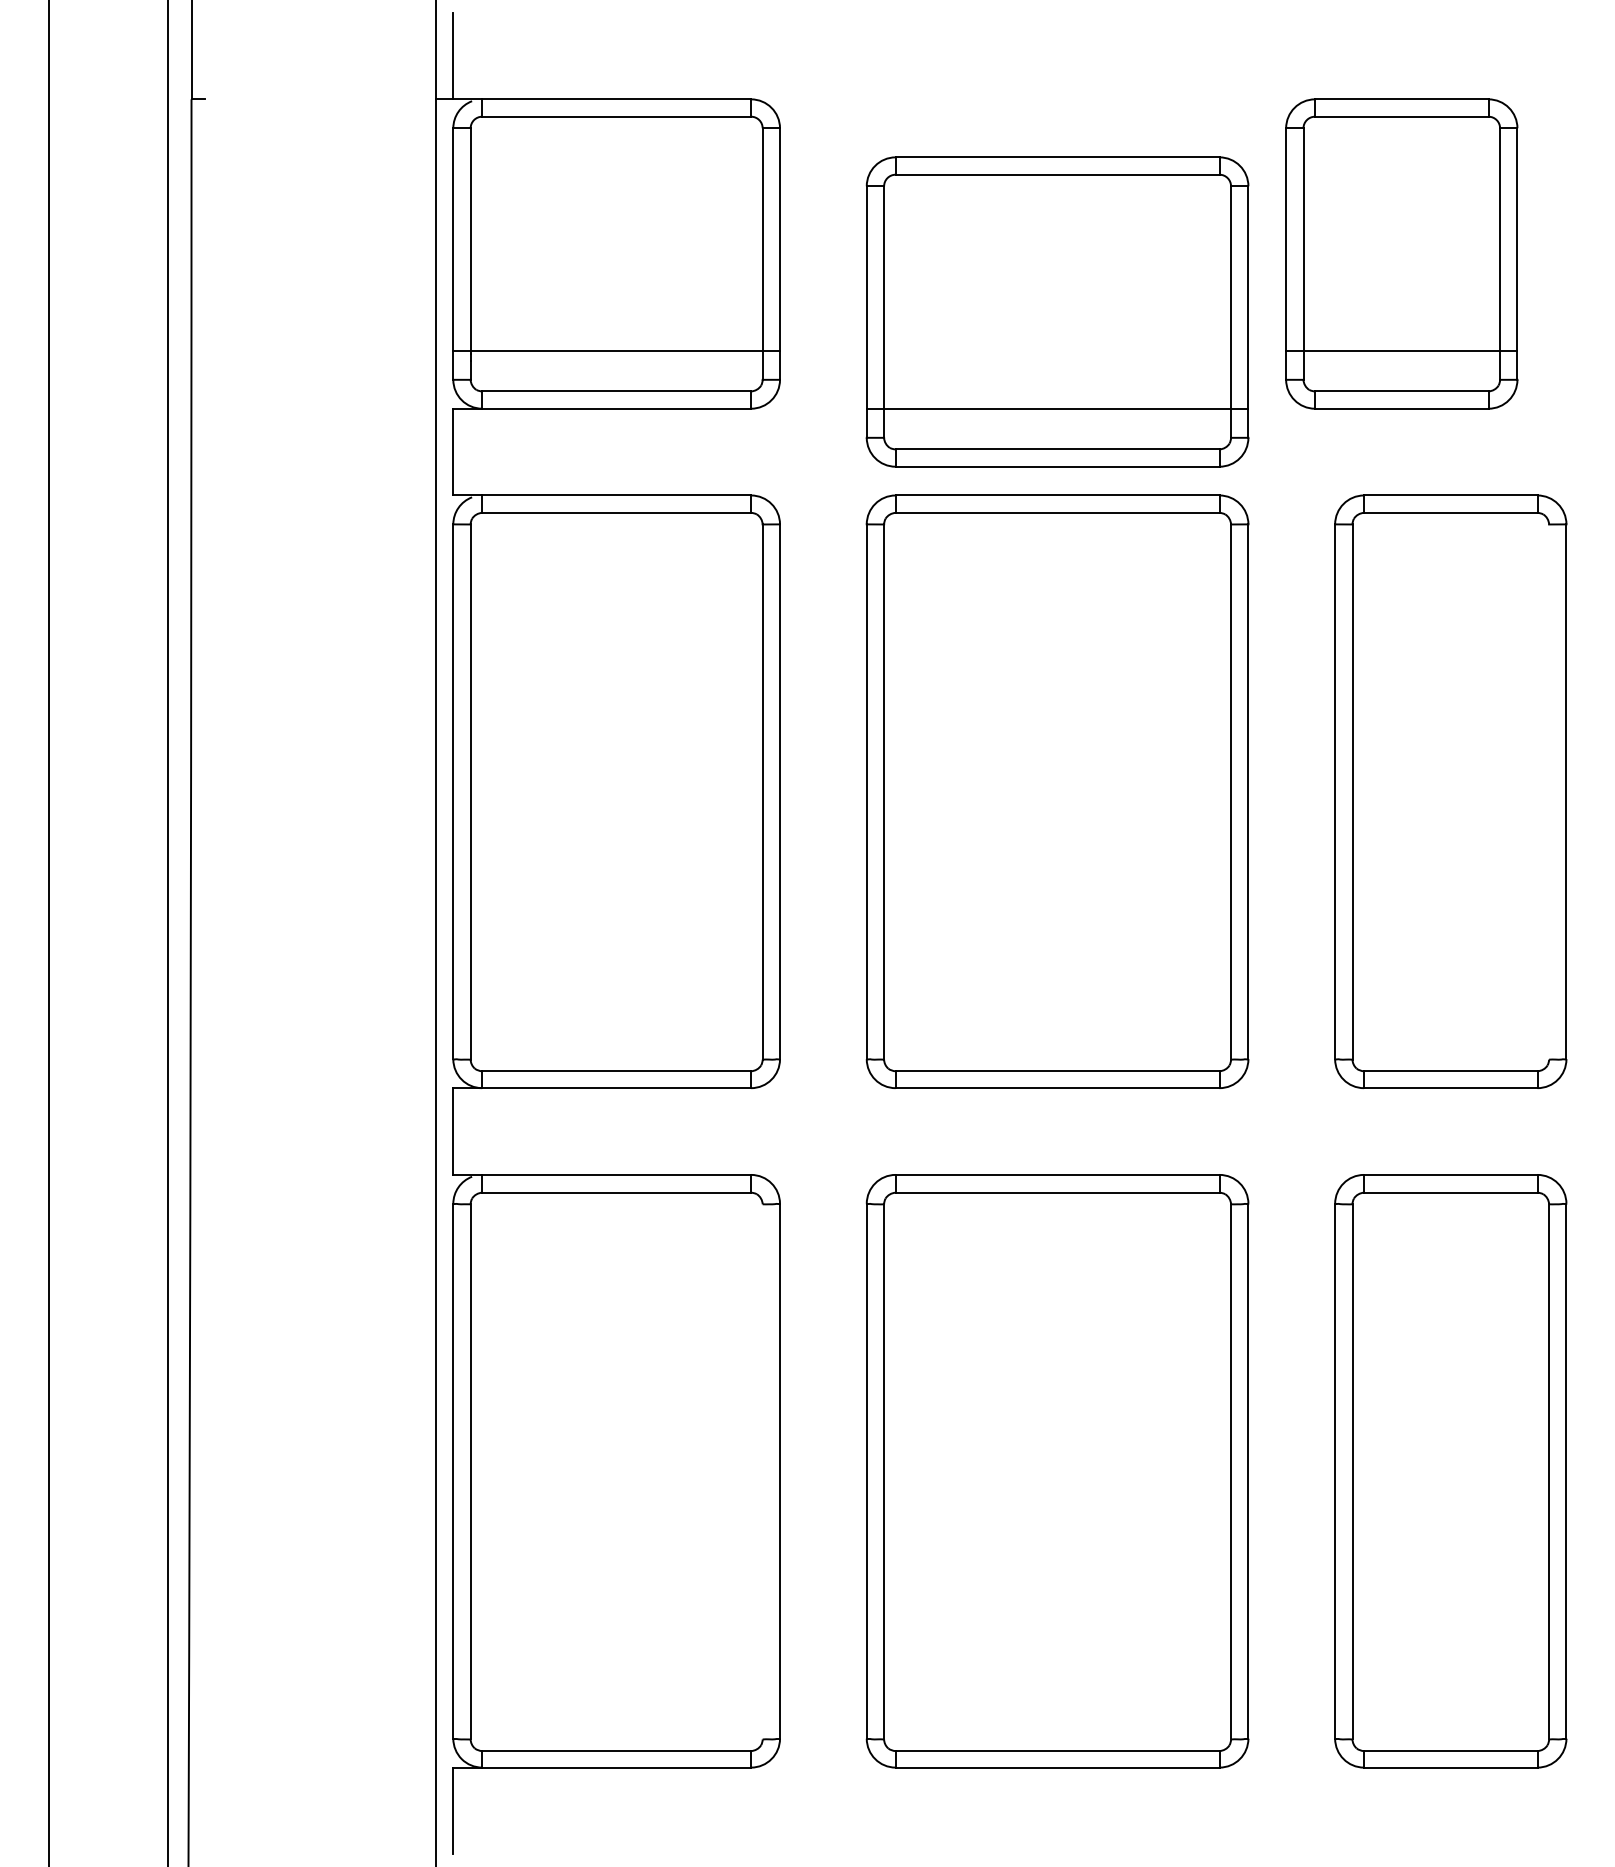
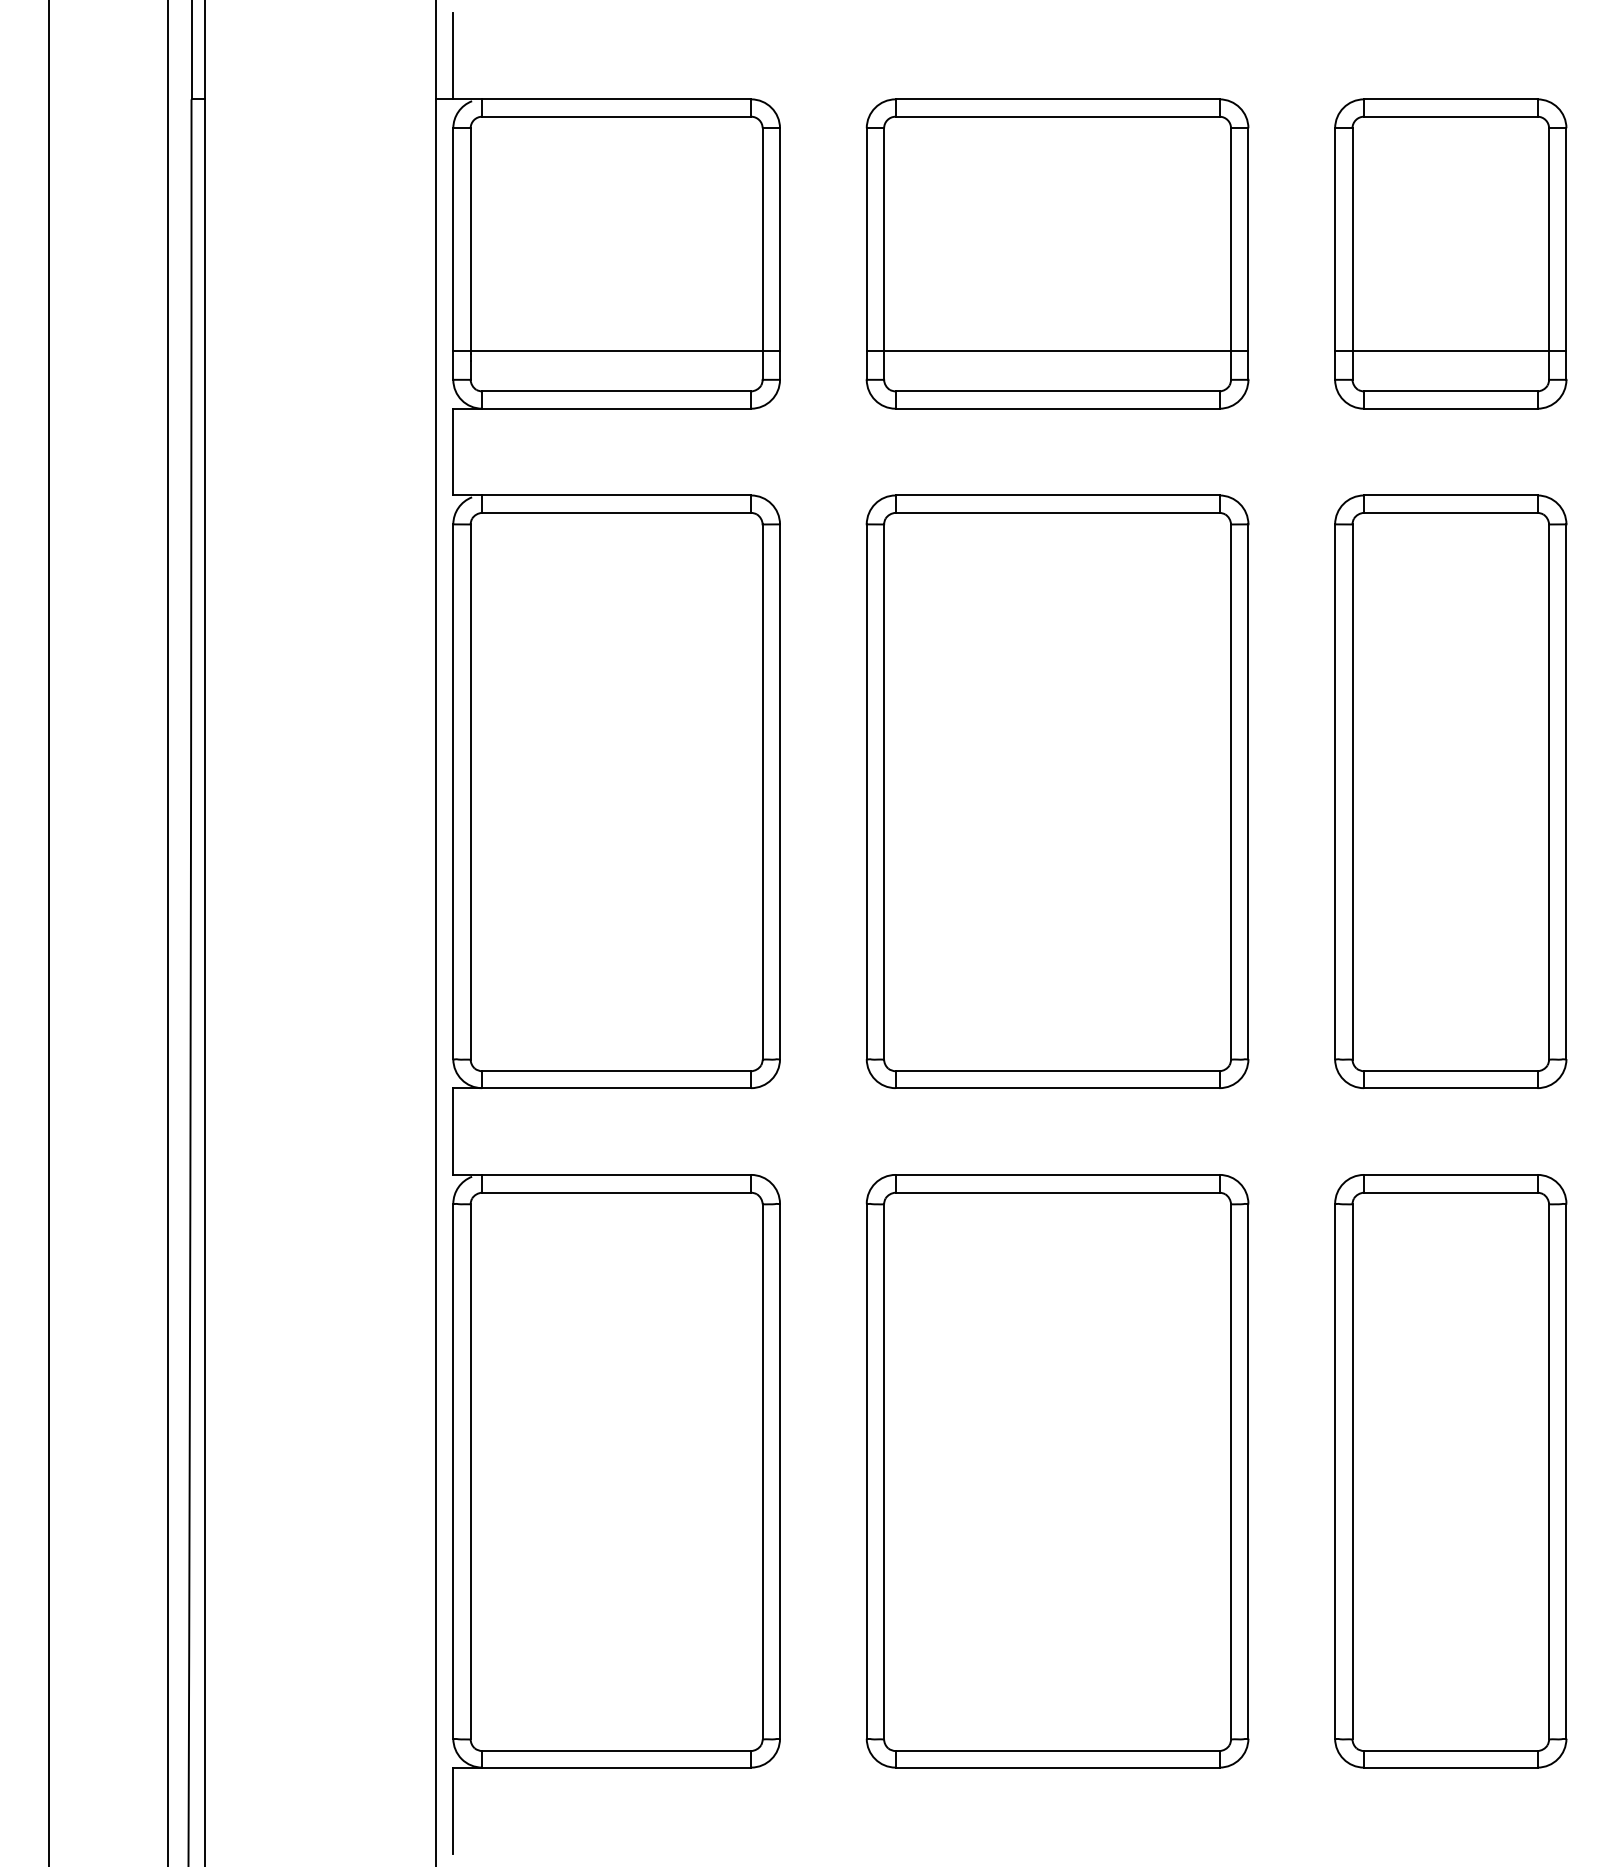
part at (1401, 253) position: (1401, 253) -> (1450, 253)
part at (1057, 311) position: (1057, 311) -> (1057, 253)
line at (1549, 791): none -> present
line at (204, 932): none -> present
line at (762, 1471): none -> present
